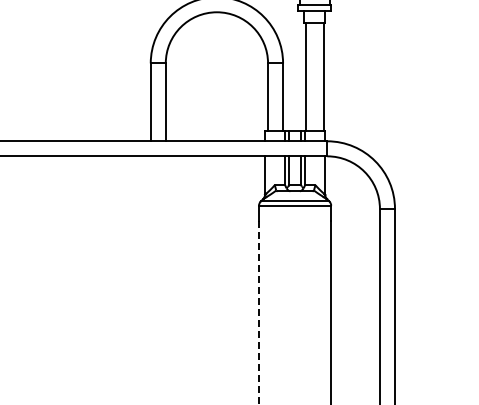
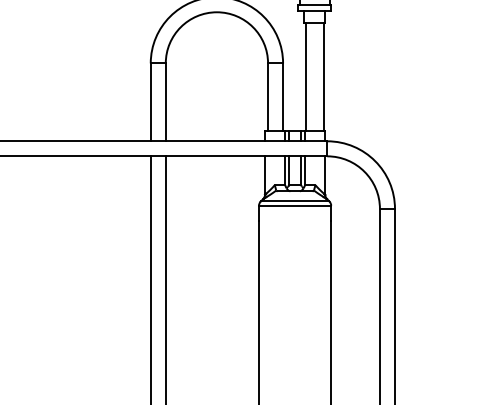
line at (150, 278): none -> present
line at (165, 278): none -> present
line at (259, 313): dashed -> solid
